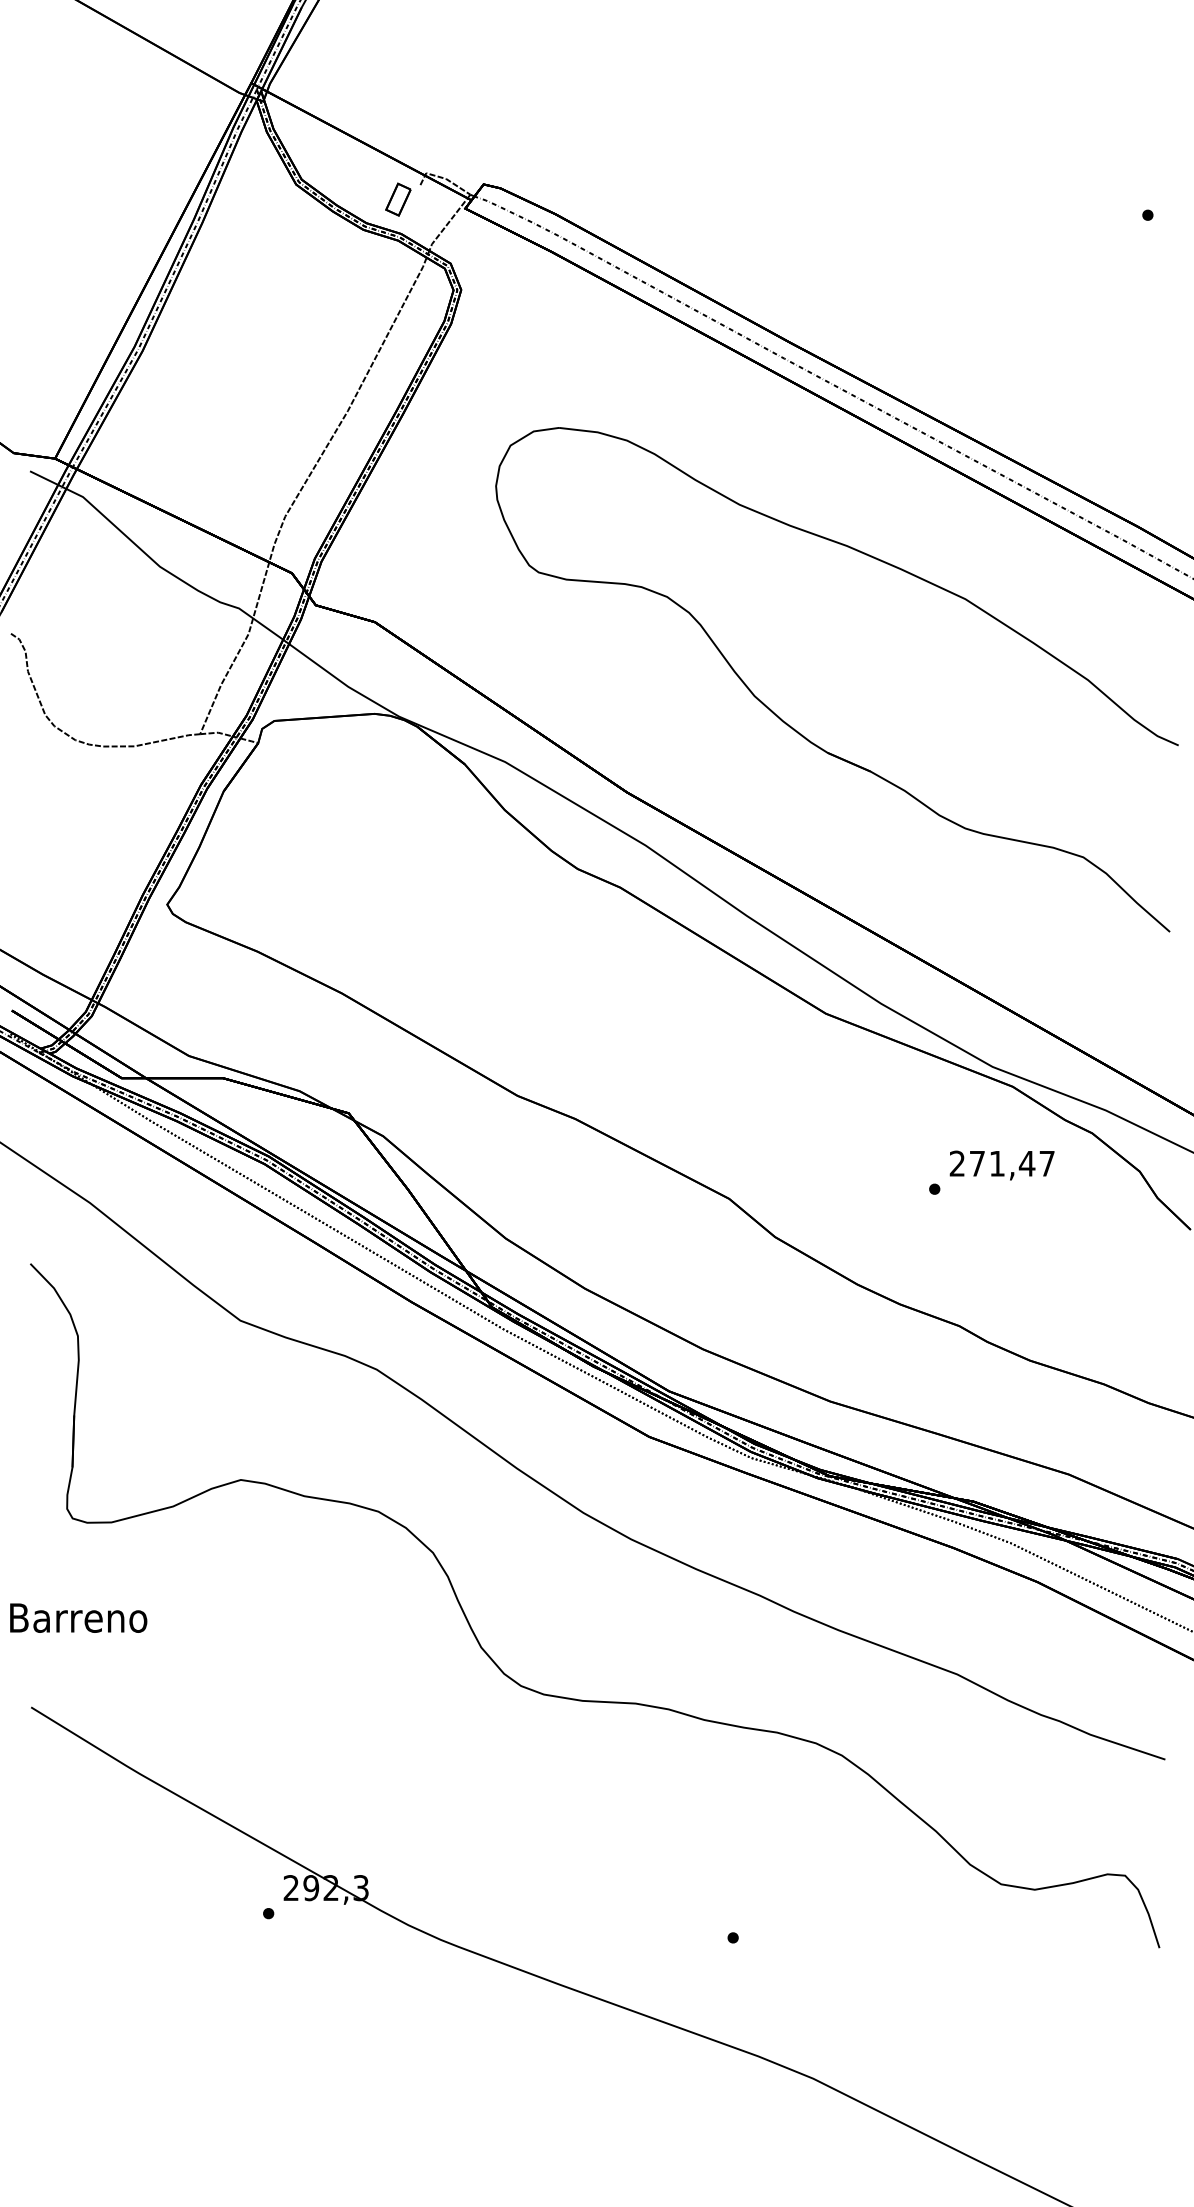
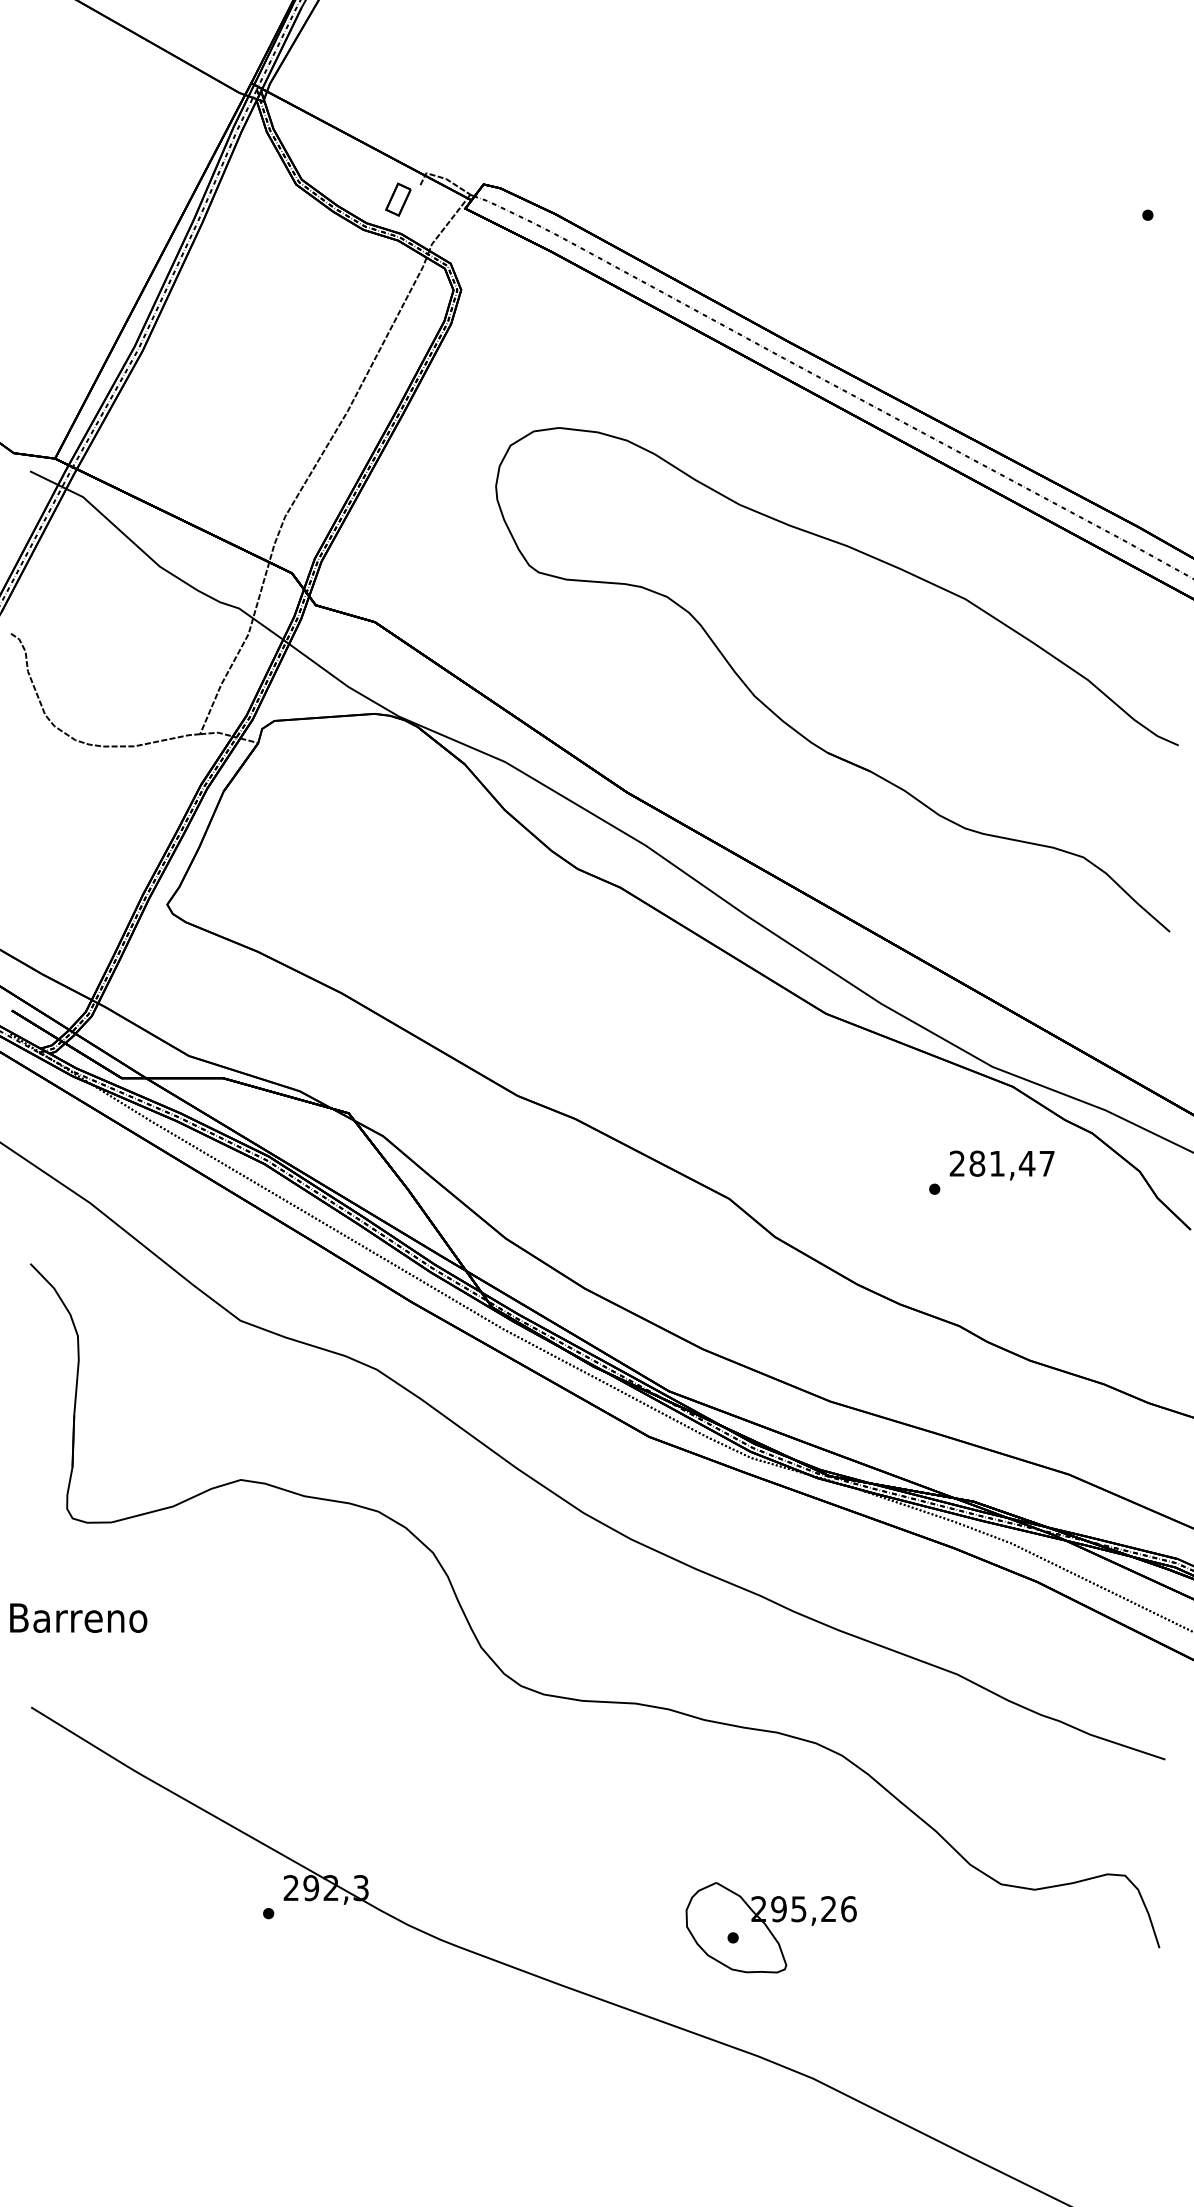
text at (977, 1163): 271,47 -> 281,47
part at (770, 1927): none -> present
